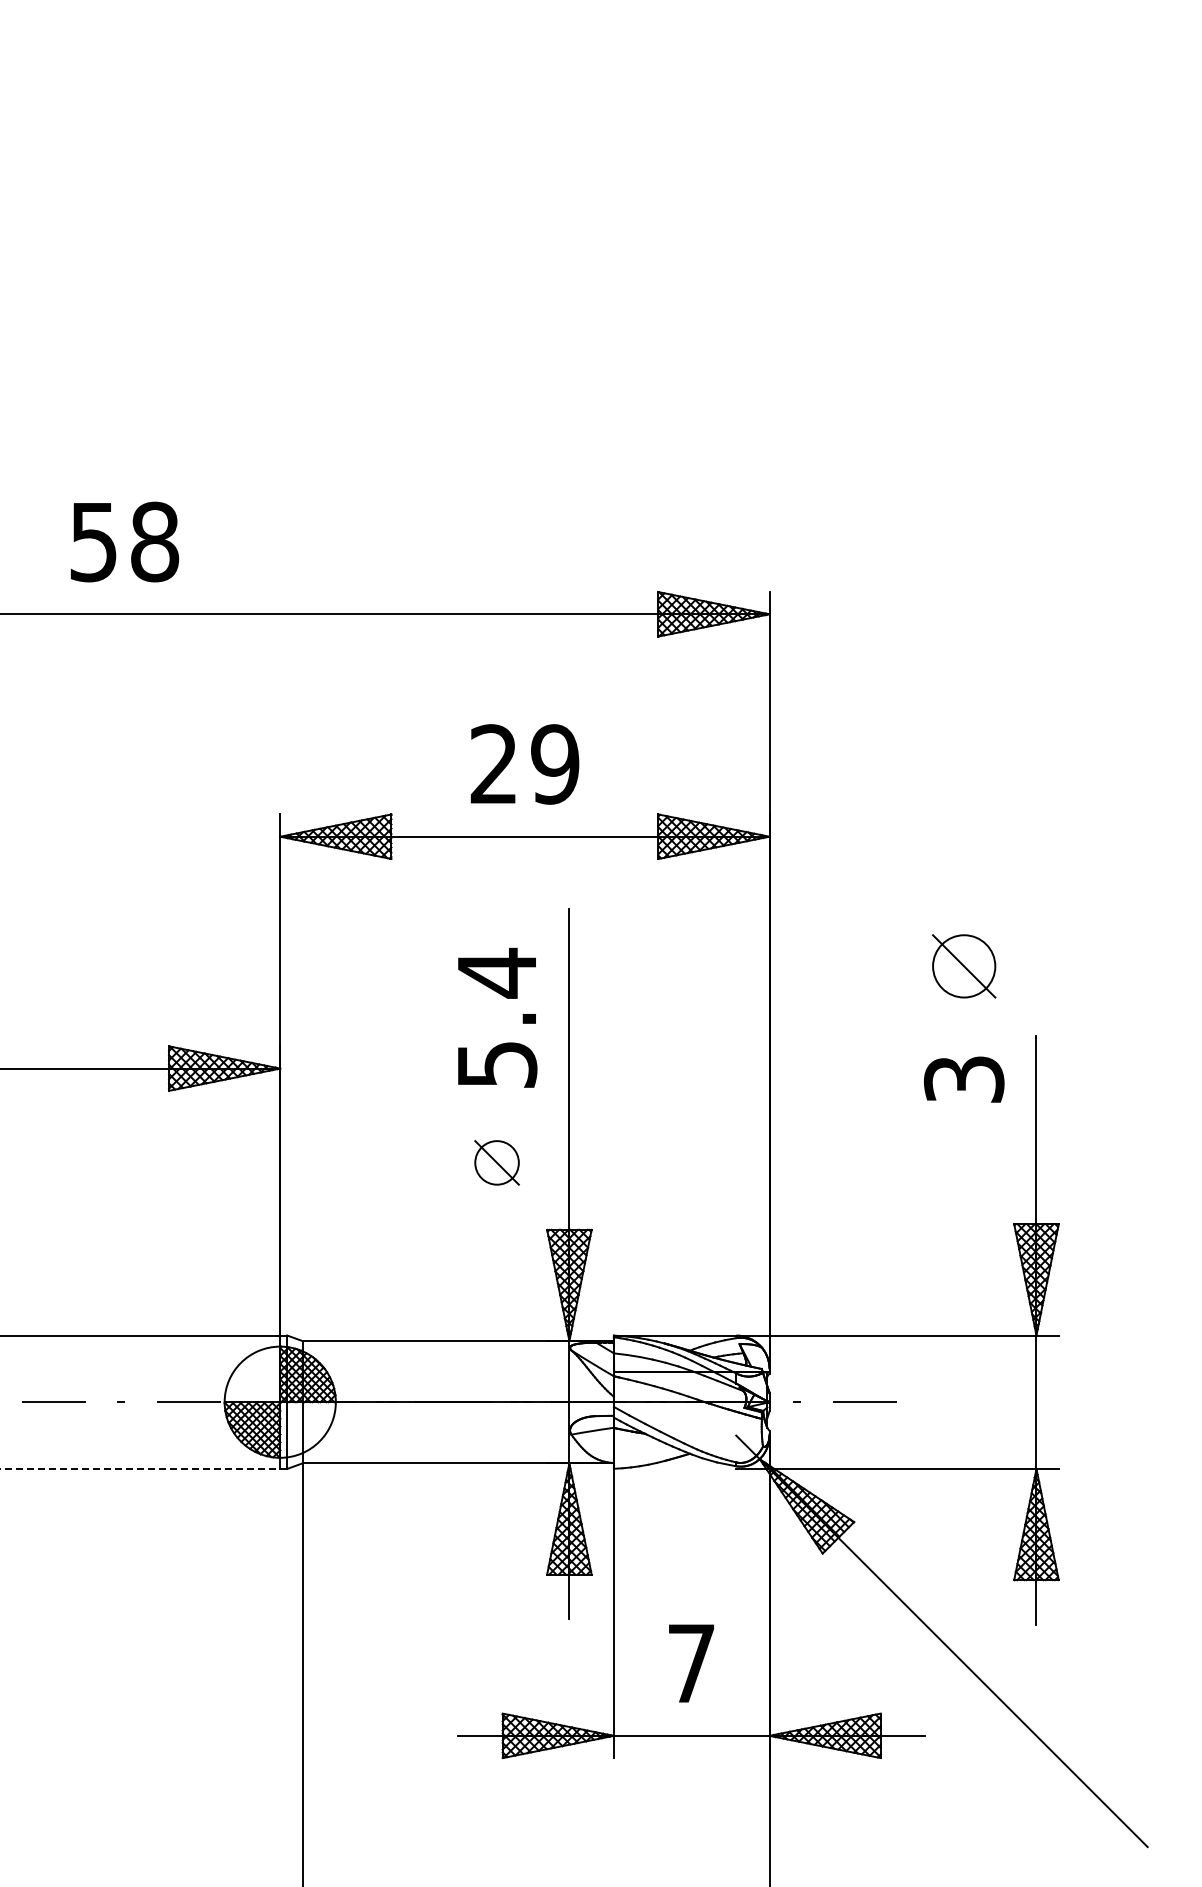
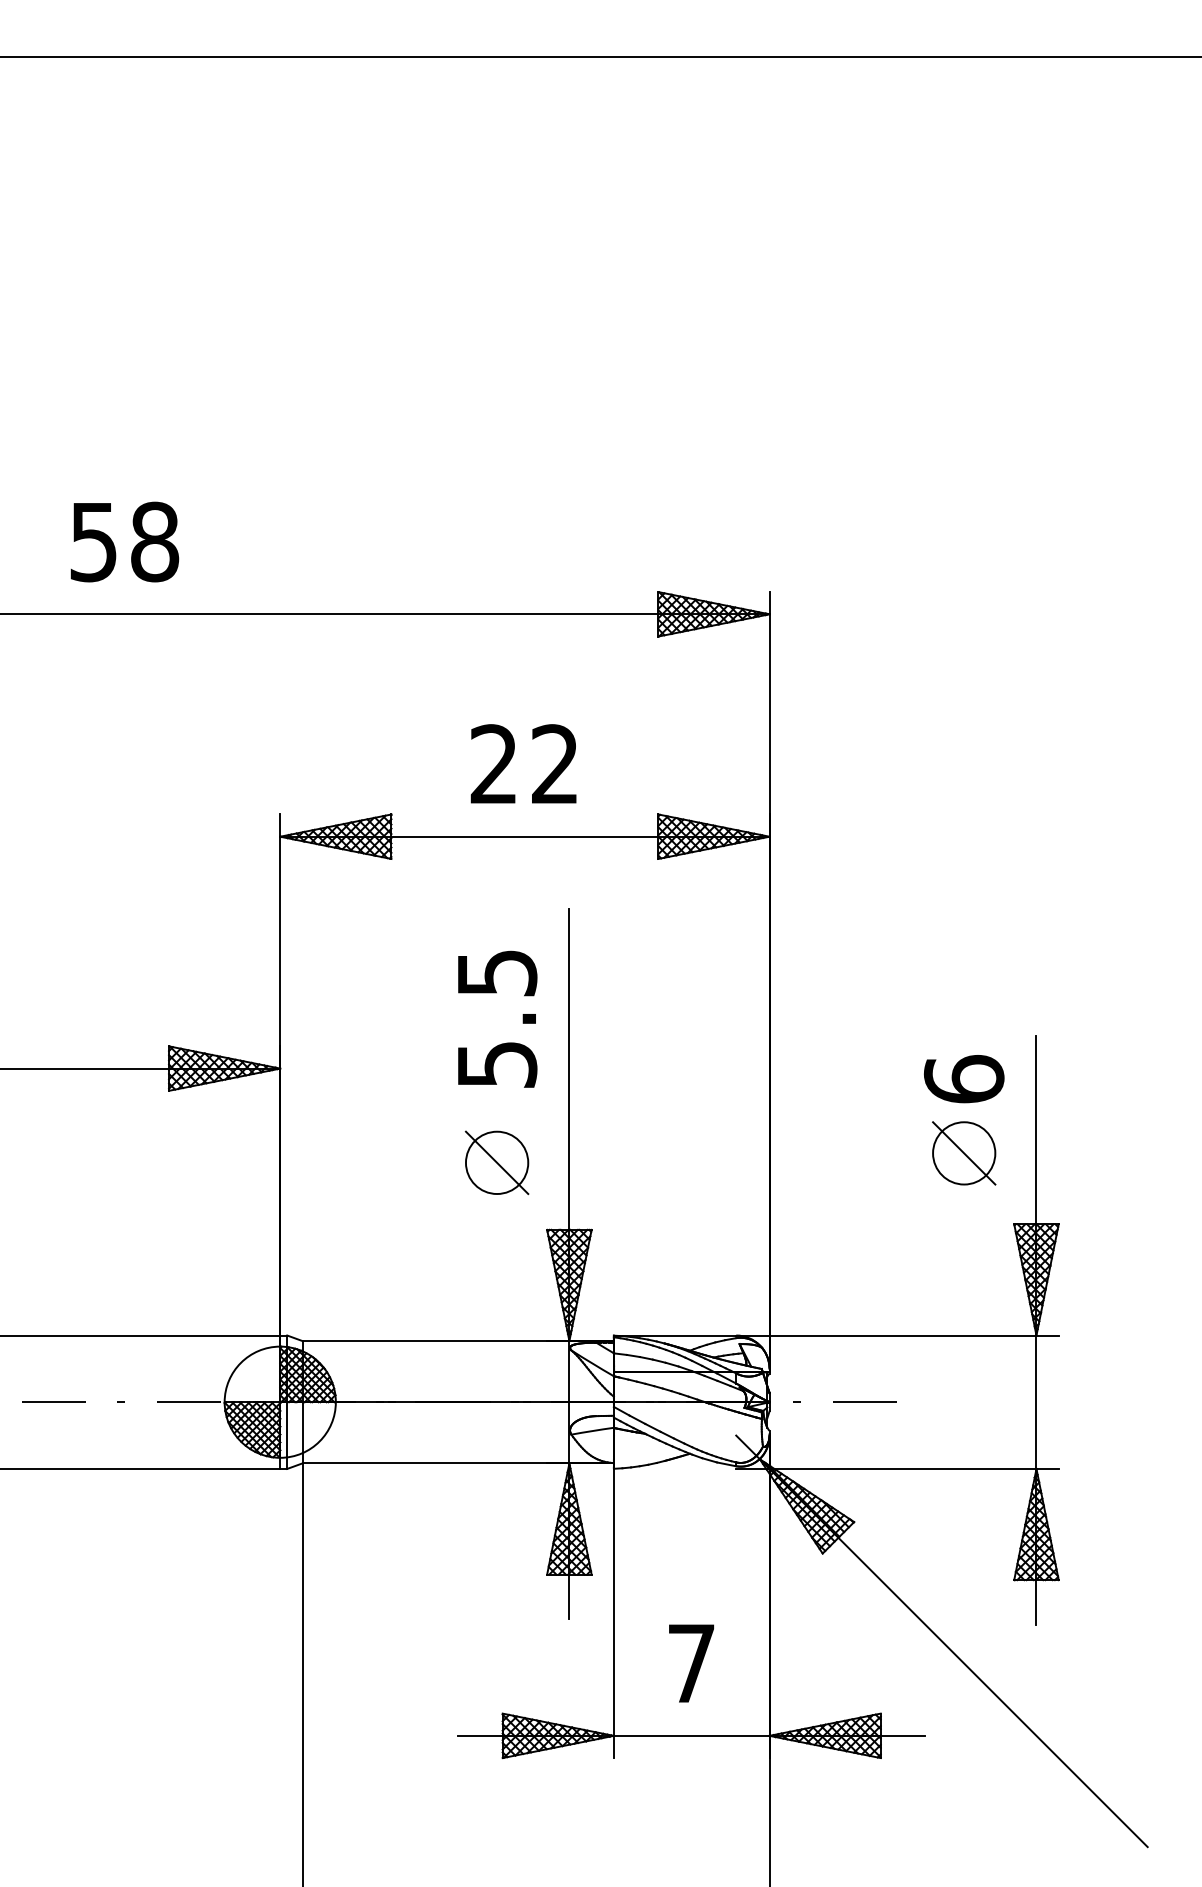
line at (600, 56): none -> present
text at (555, 764): 29 -> 22
part at (964, 966) position: (964, 966) -> (964, 1153)
text at (497, 972): 5.4 -> 5.5
text at (963, 1079): 3 -> 6
part at (496, 1162) size: 46x46 px -> 66x66 px
line at (140, 1468): dashed -> solid
